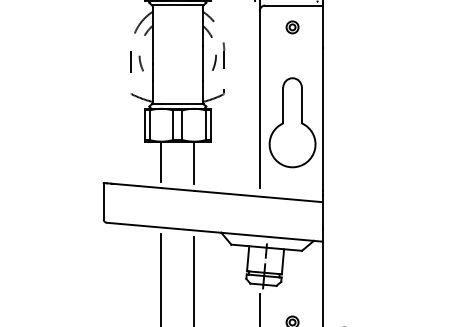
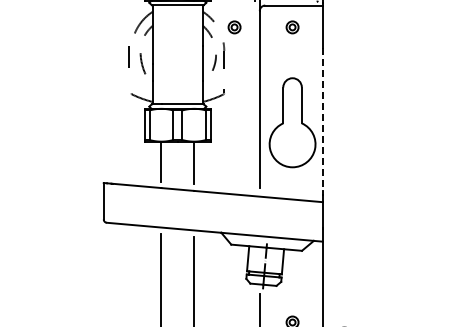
part at (234, 27): none -> present
part at (136, 61) size: 14x22 px -> 19x29 px
line at (322, 119): solid -> dashed
